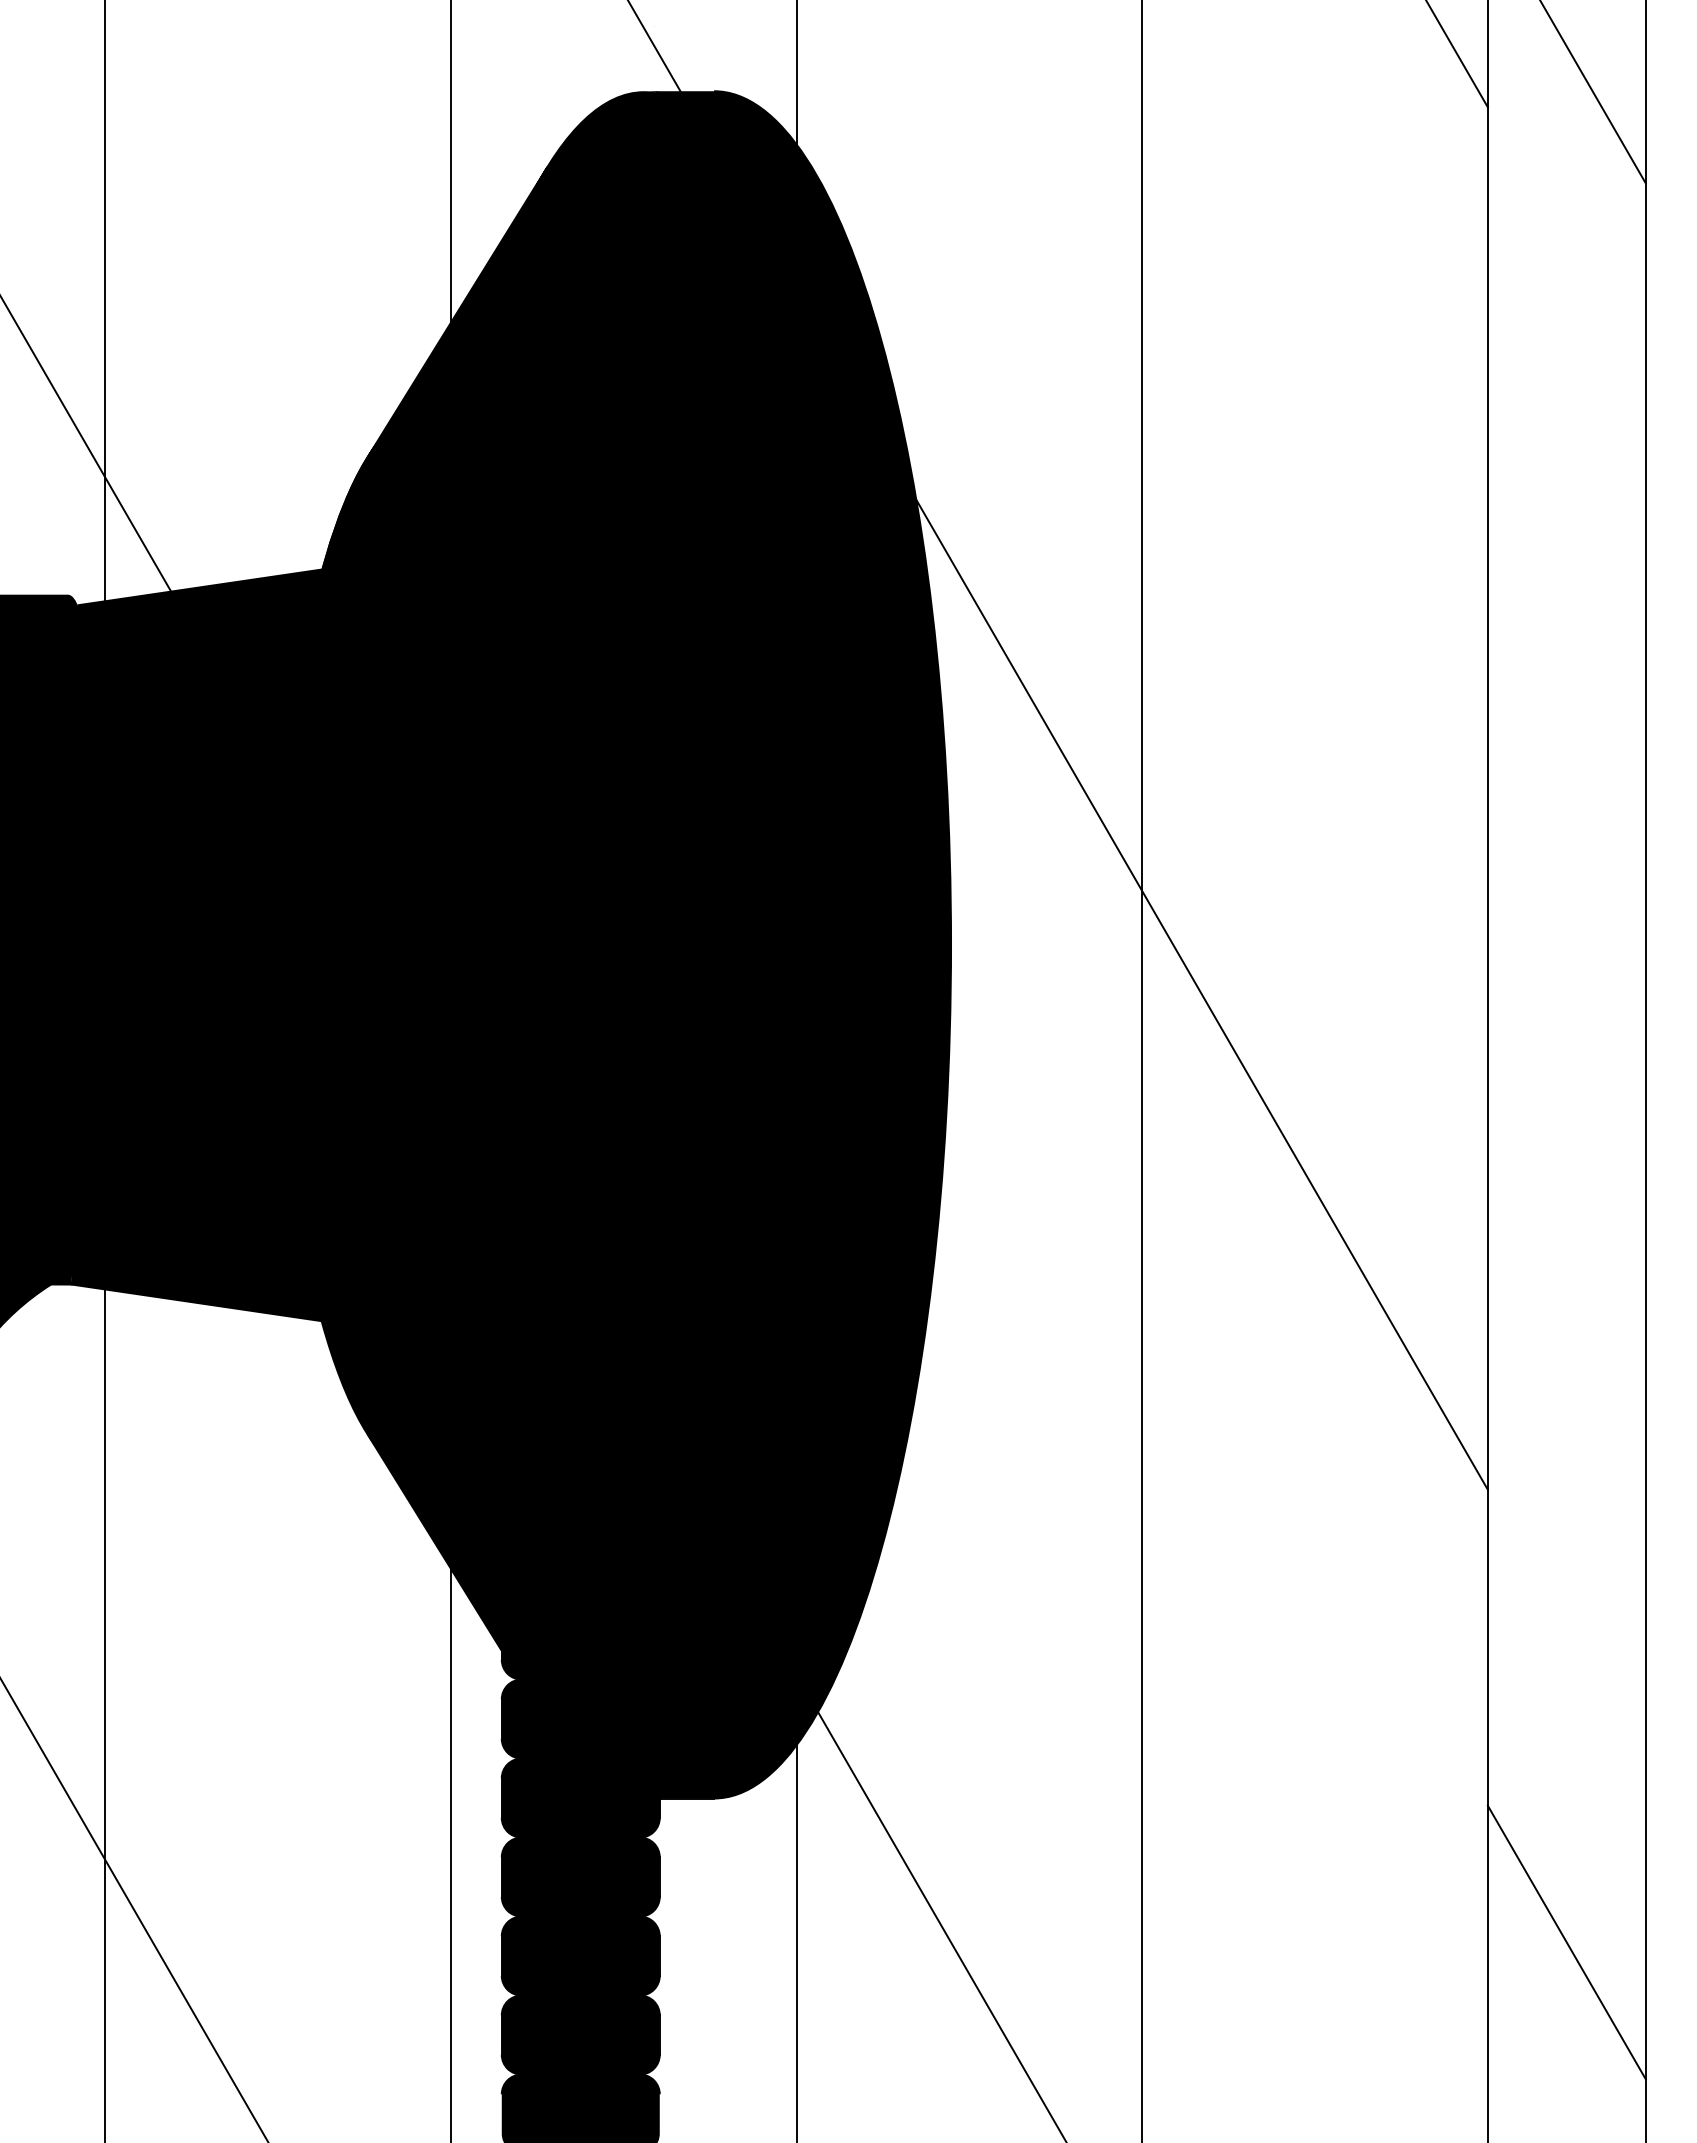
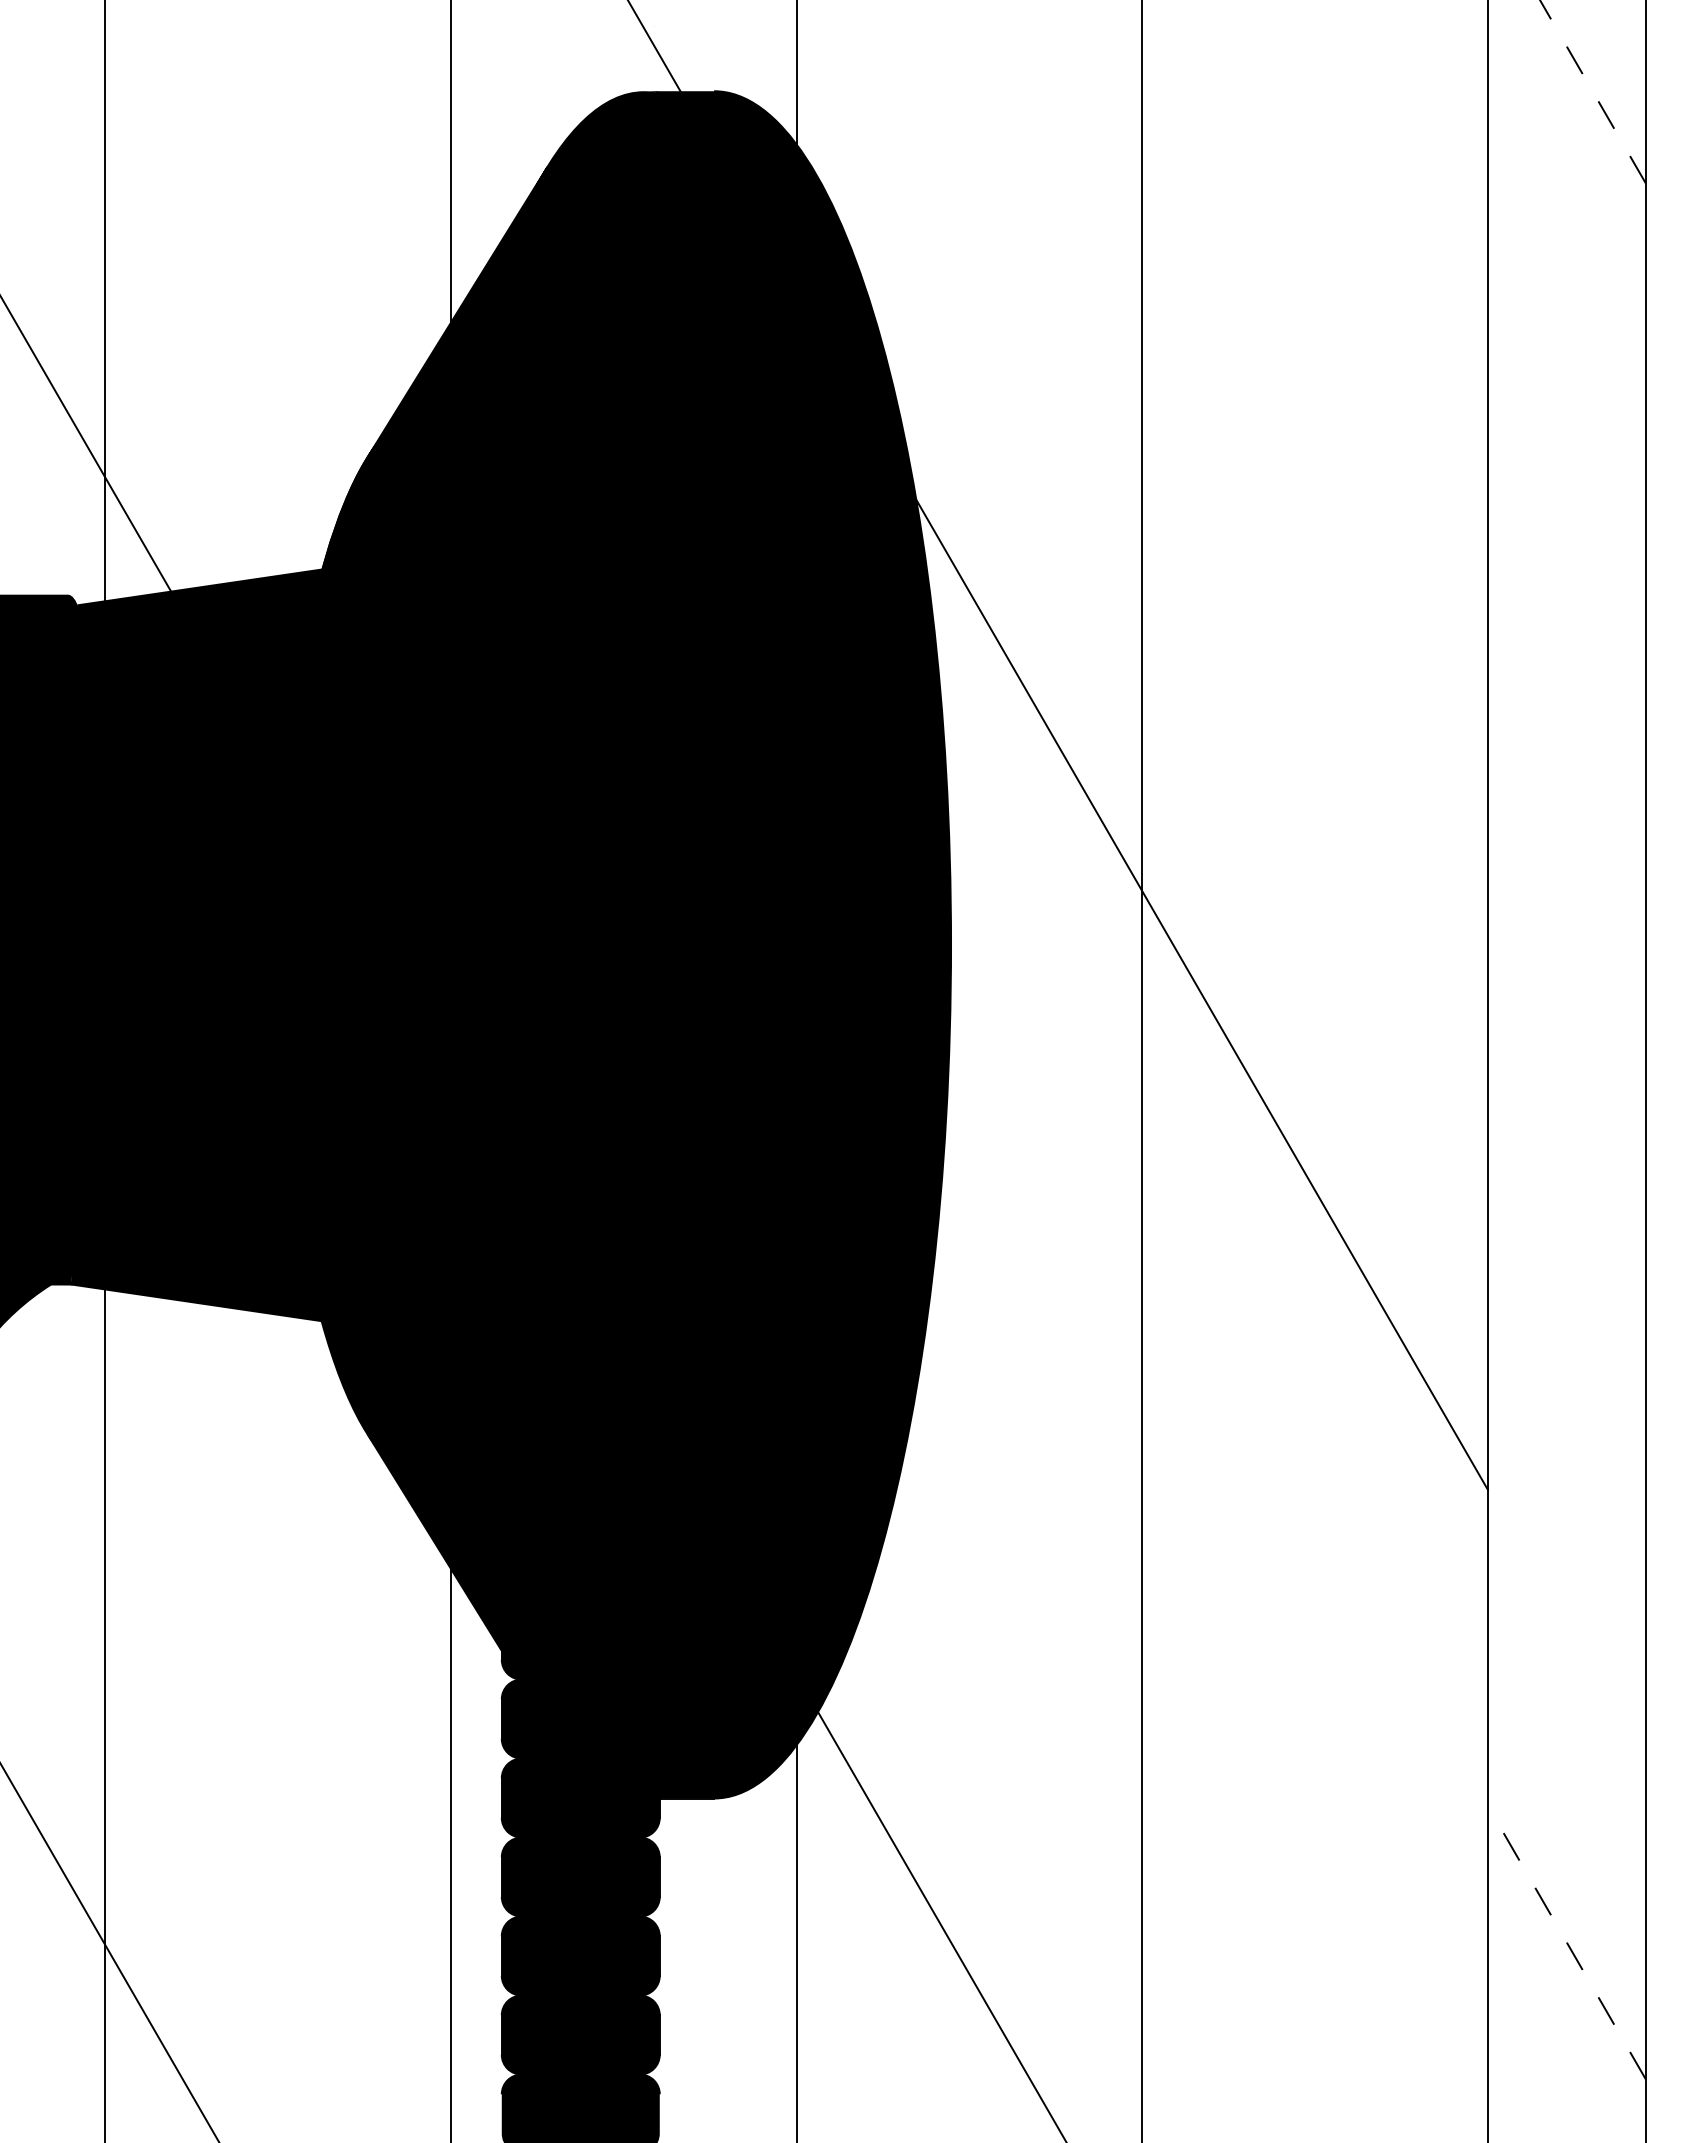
line at (1457, 54): present -> none
line at (1592, 91): solid -> dashed
line at (134, 1910) position: (134, 1910) -> (109, 1952)
line at (1566, 1942): solid -> dashed
